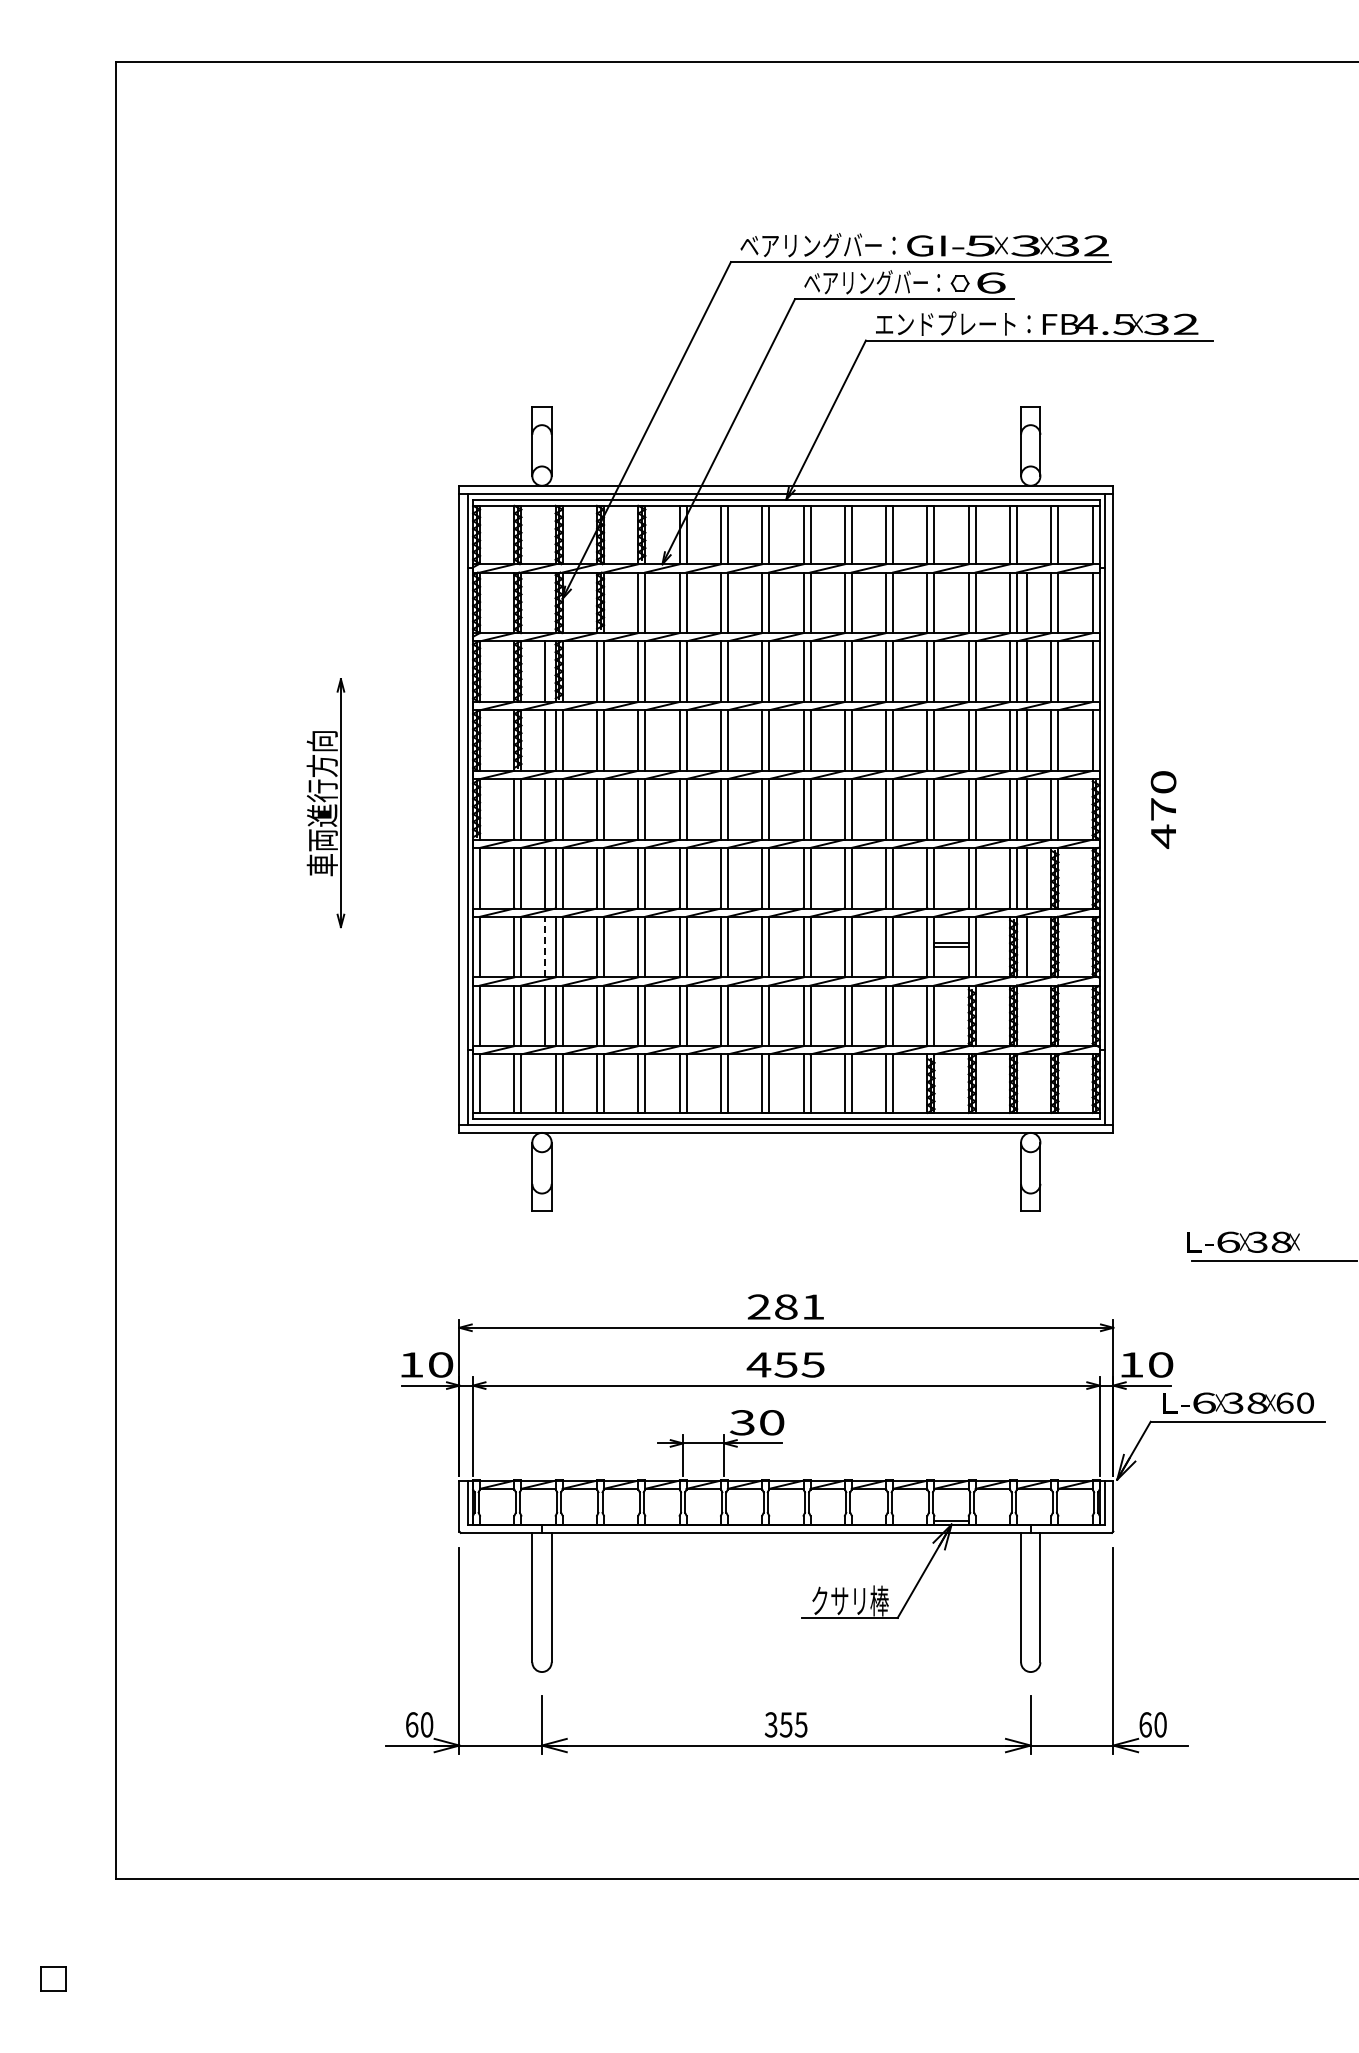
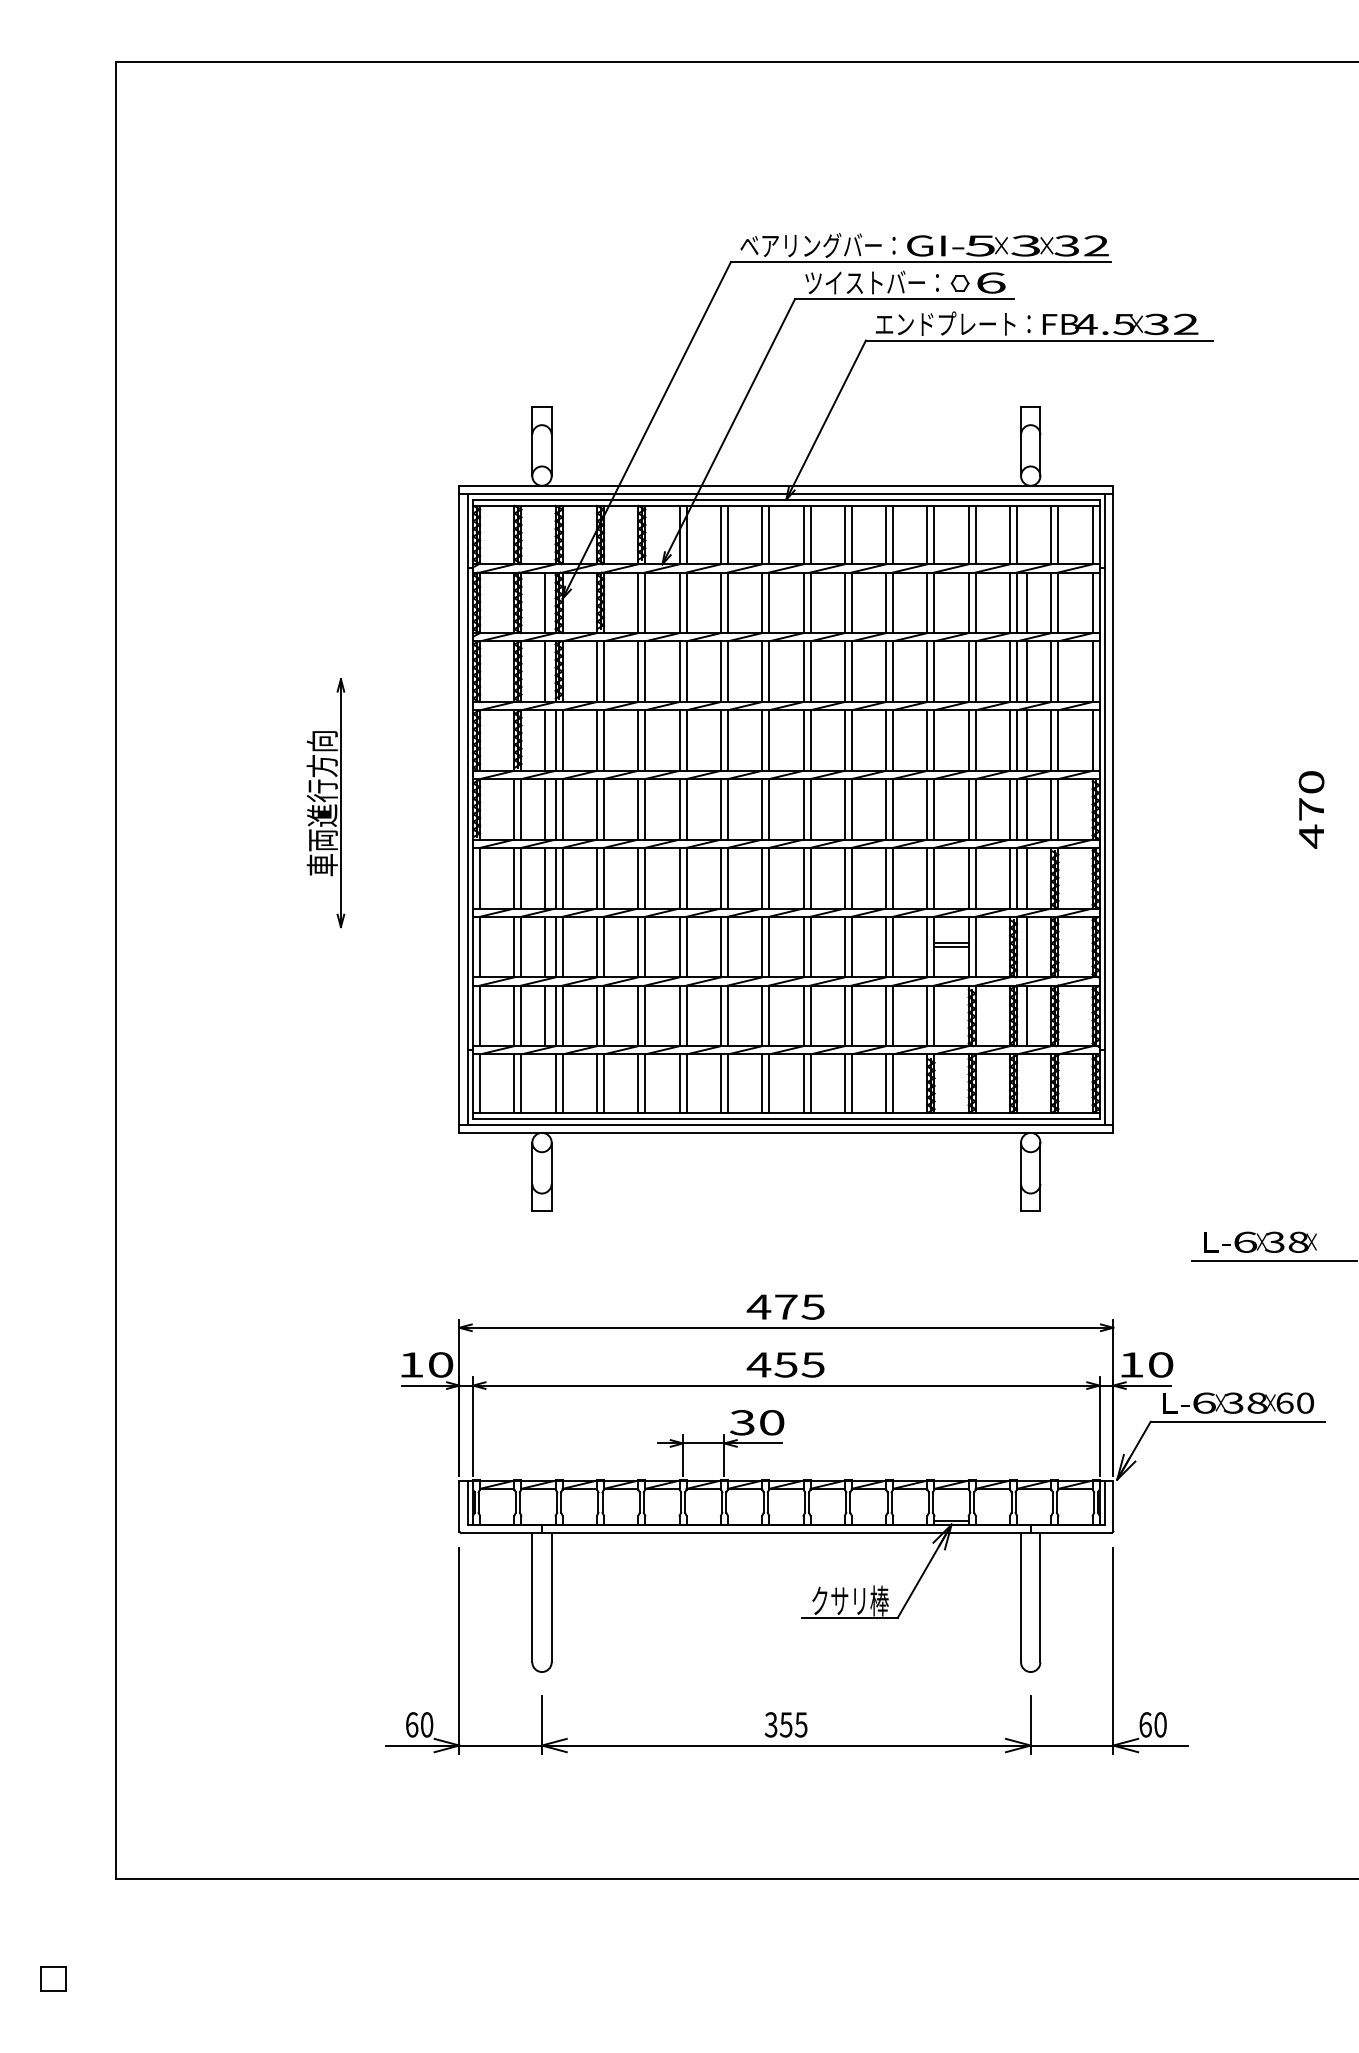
text at (872, 282): ベアリングバー： -> ツイストバー：
line at (545, 602): none -> present
text at (1163, 809) position: (1163, 809) -> (1311, 809)
line at (545, 946): dashed -> solid
line at (1027, 1015): none -> present
text at (1243, 1241) position: (1243, 1241) -> (1260, 1241)
text at (785, 1306): 281 -> 475
